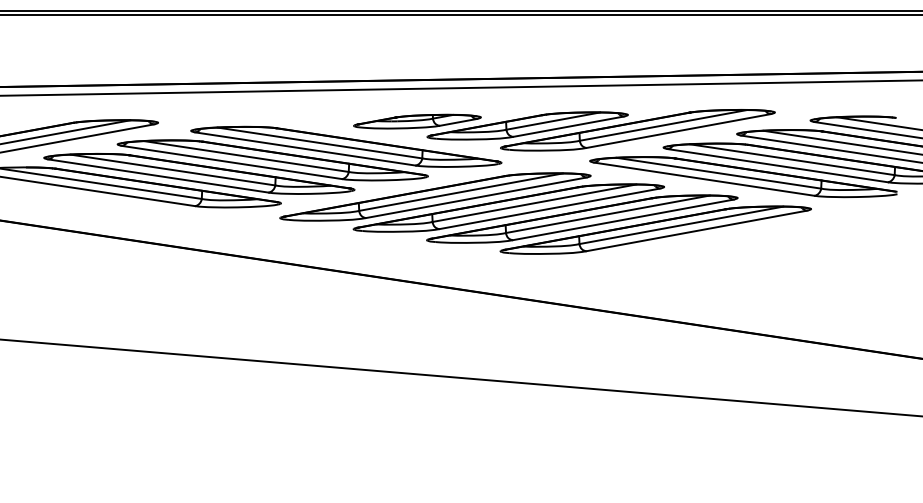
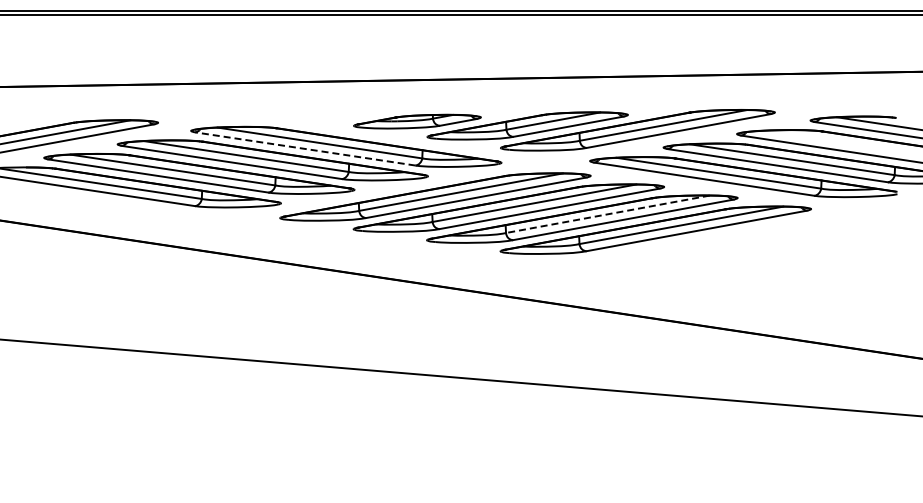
line at (460, 87): present -> none
line at (841, 142): present -> none
line at (304, 148): solid -> dashed
line at (607, 214): solid -> dashed
